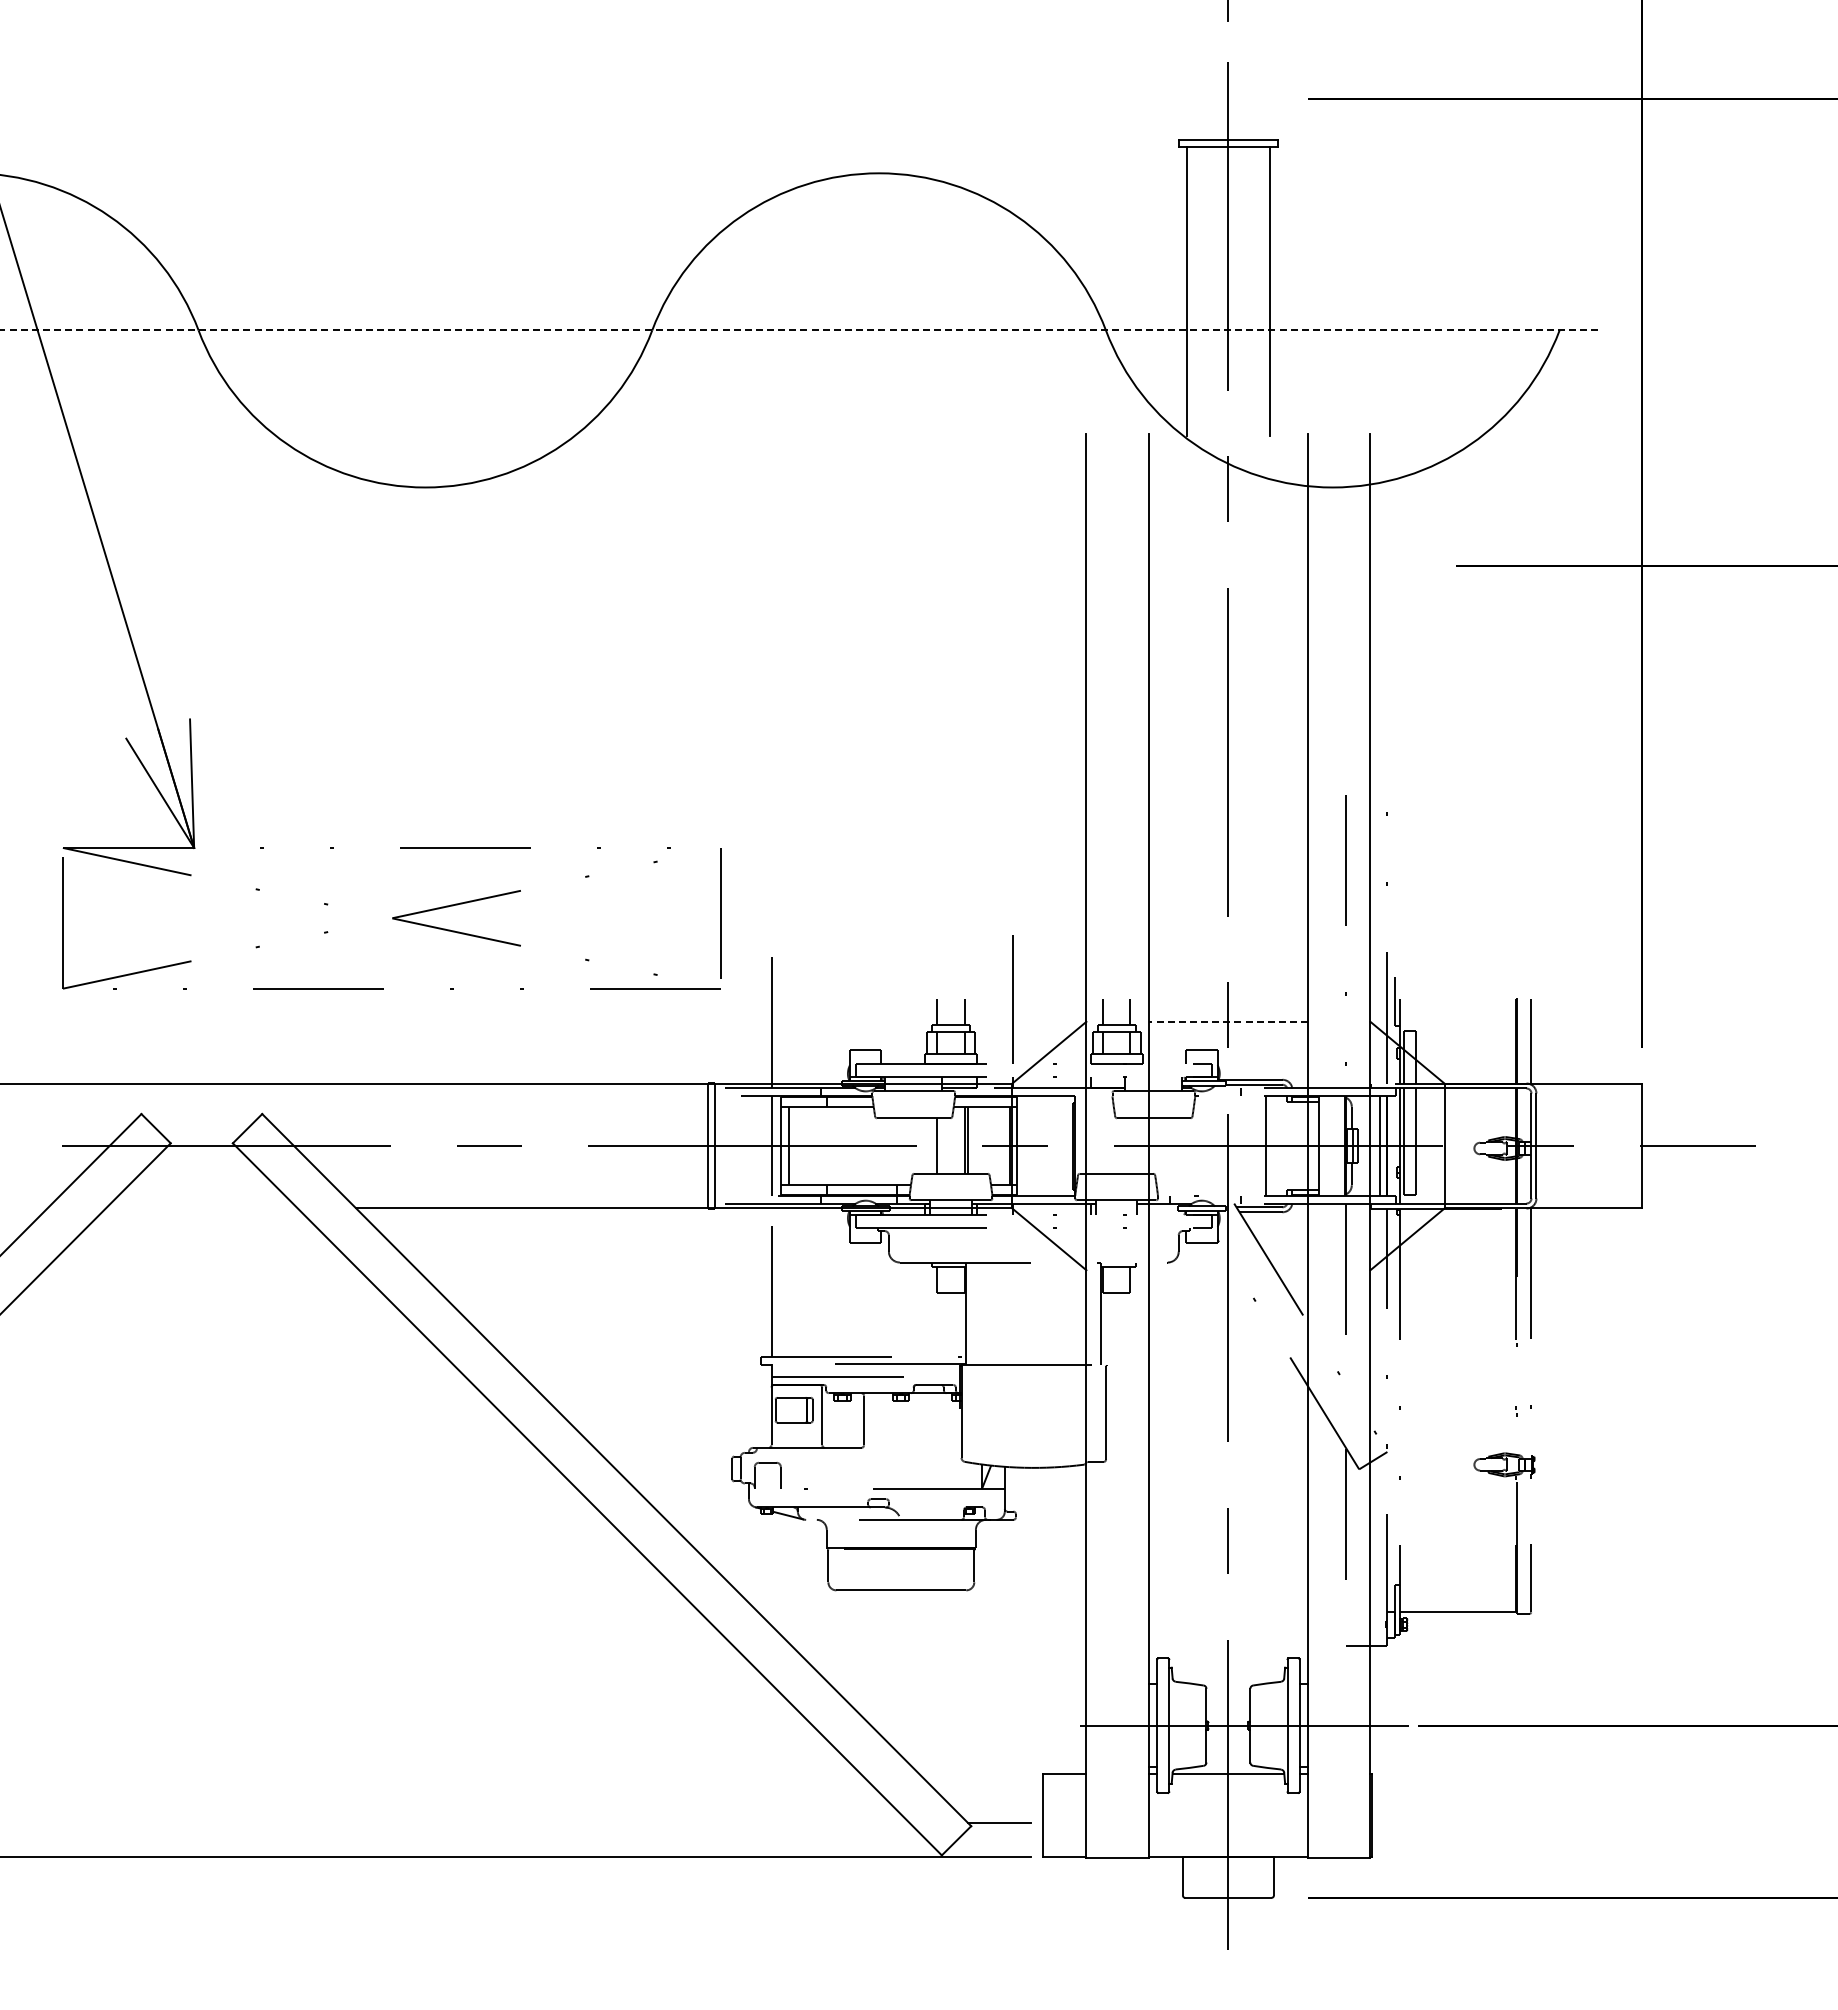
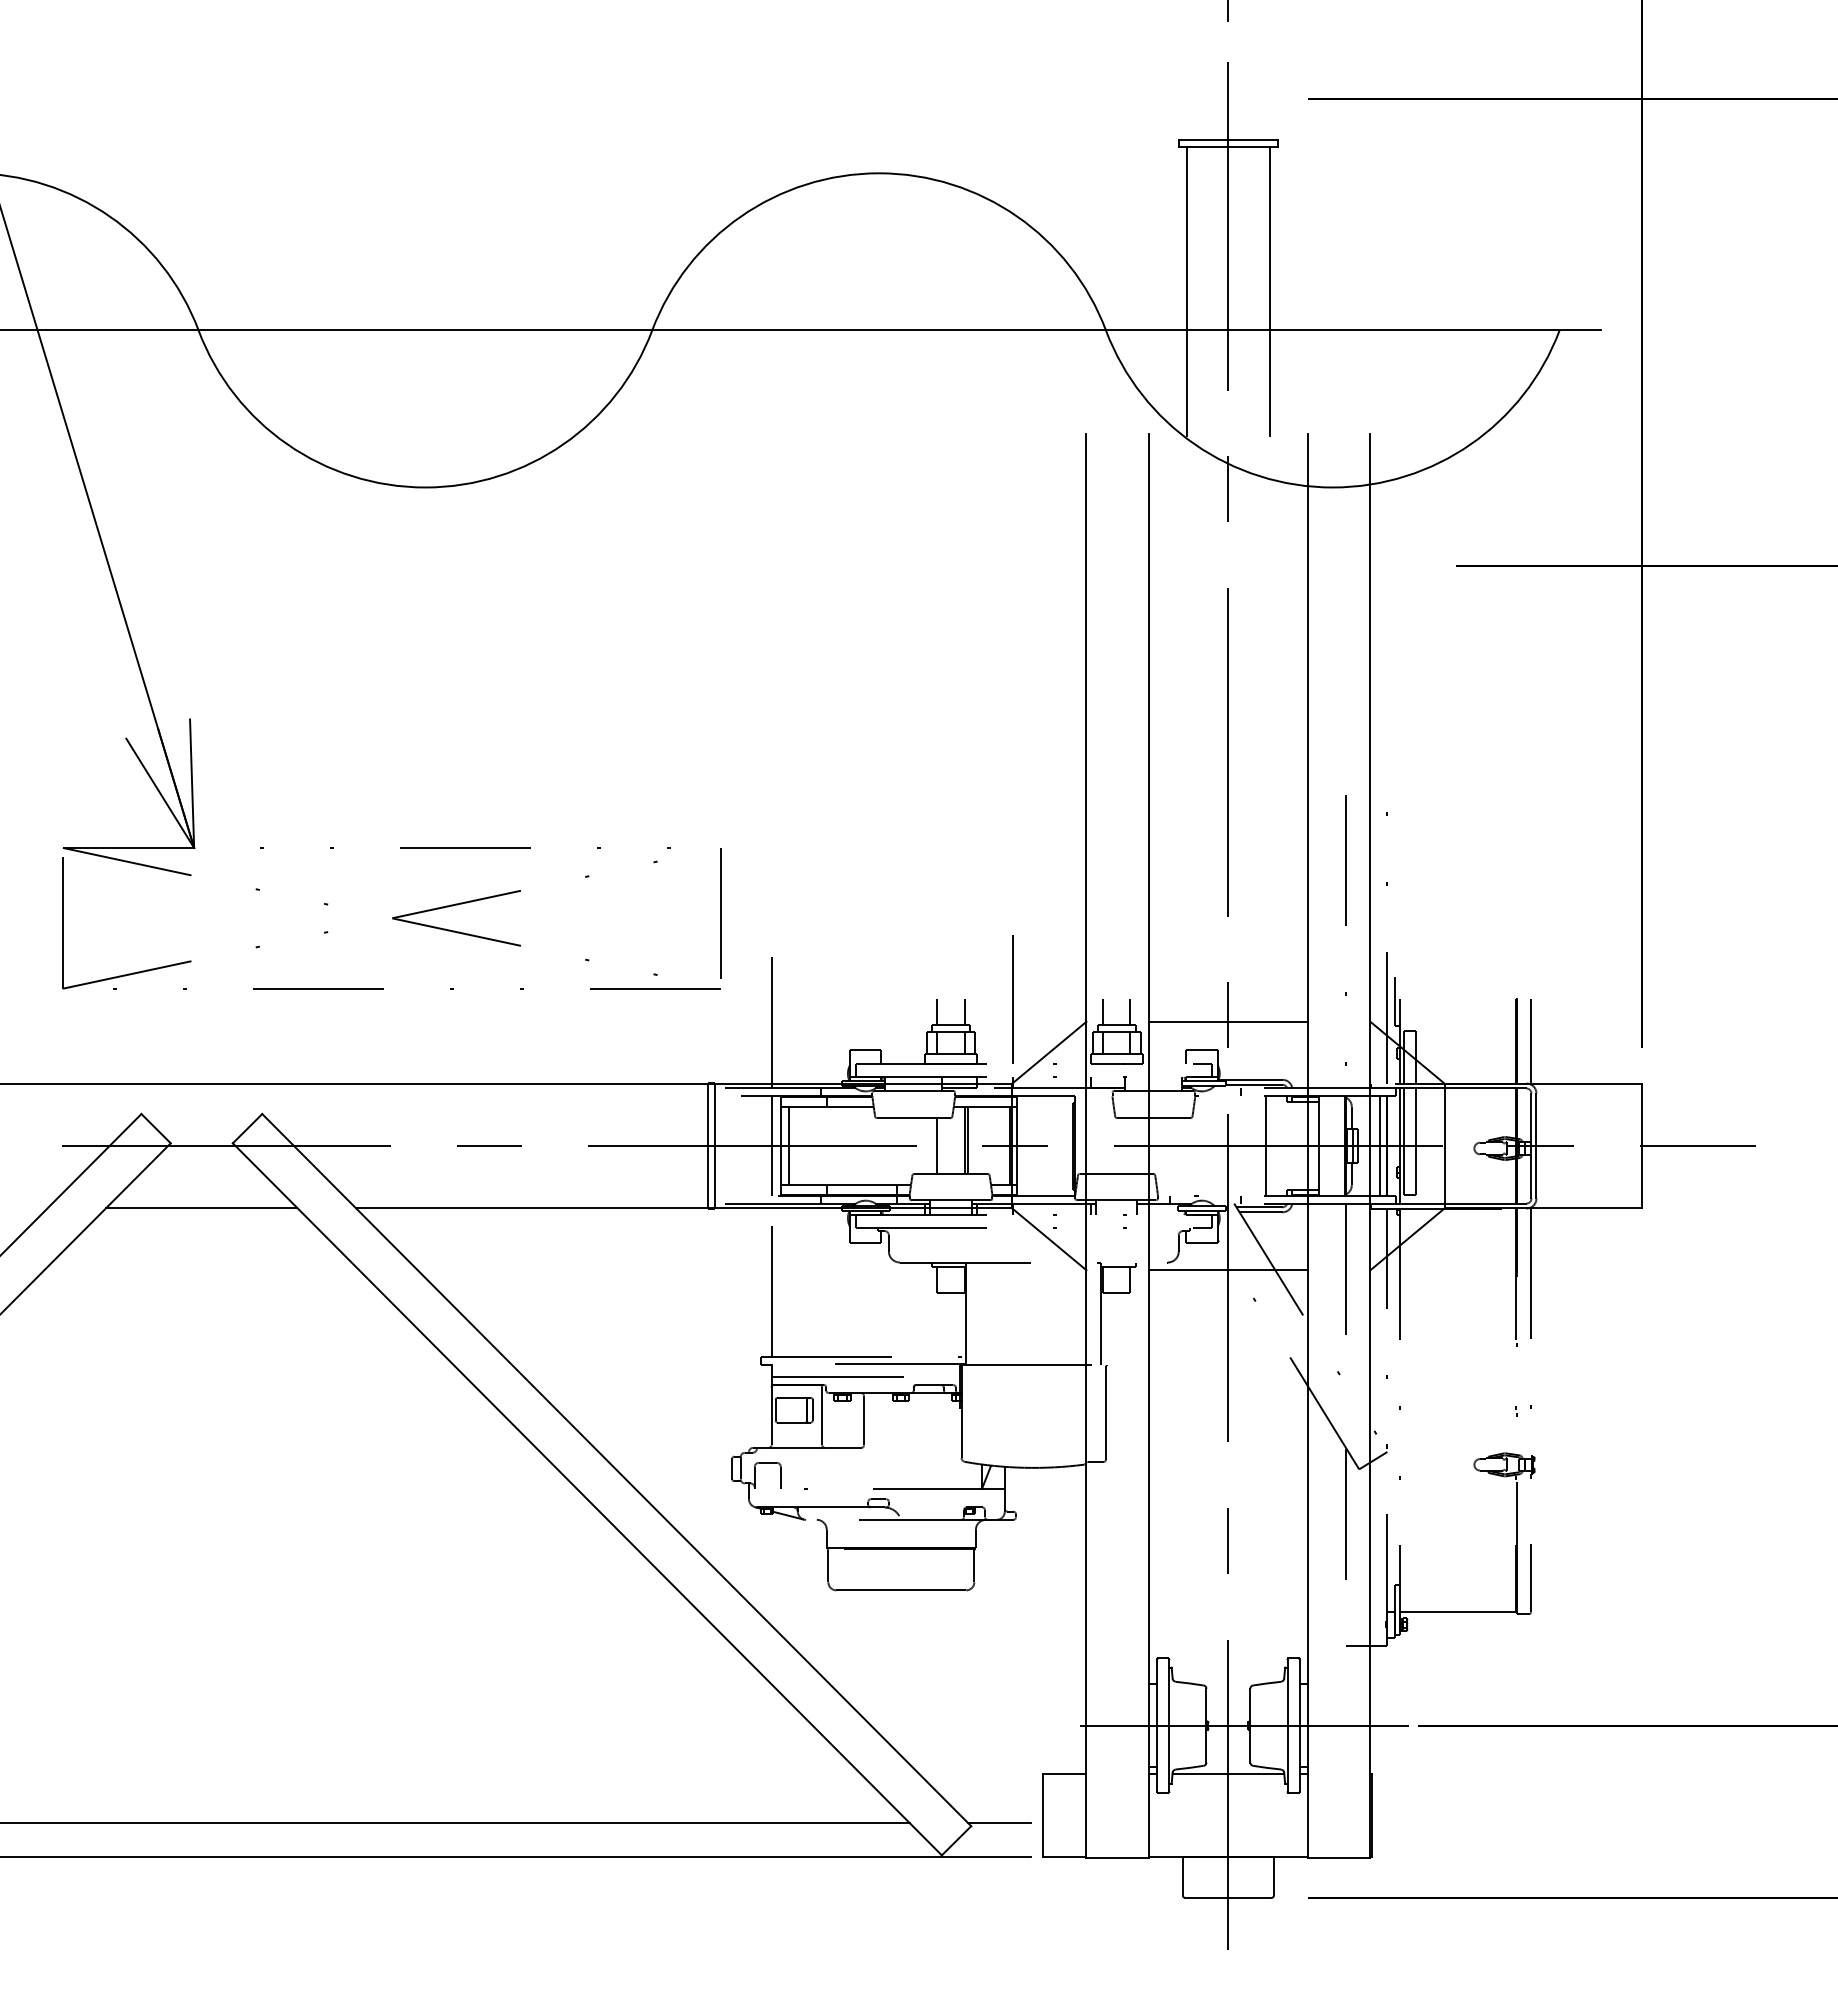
line at (801, 330): dashed -> solid
line at (1228, 1021): dashed -> solid
line at (201, 1208): none -> present
line at (1228, 1270): none -> present
line at (456, 1823): none -> present
